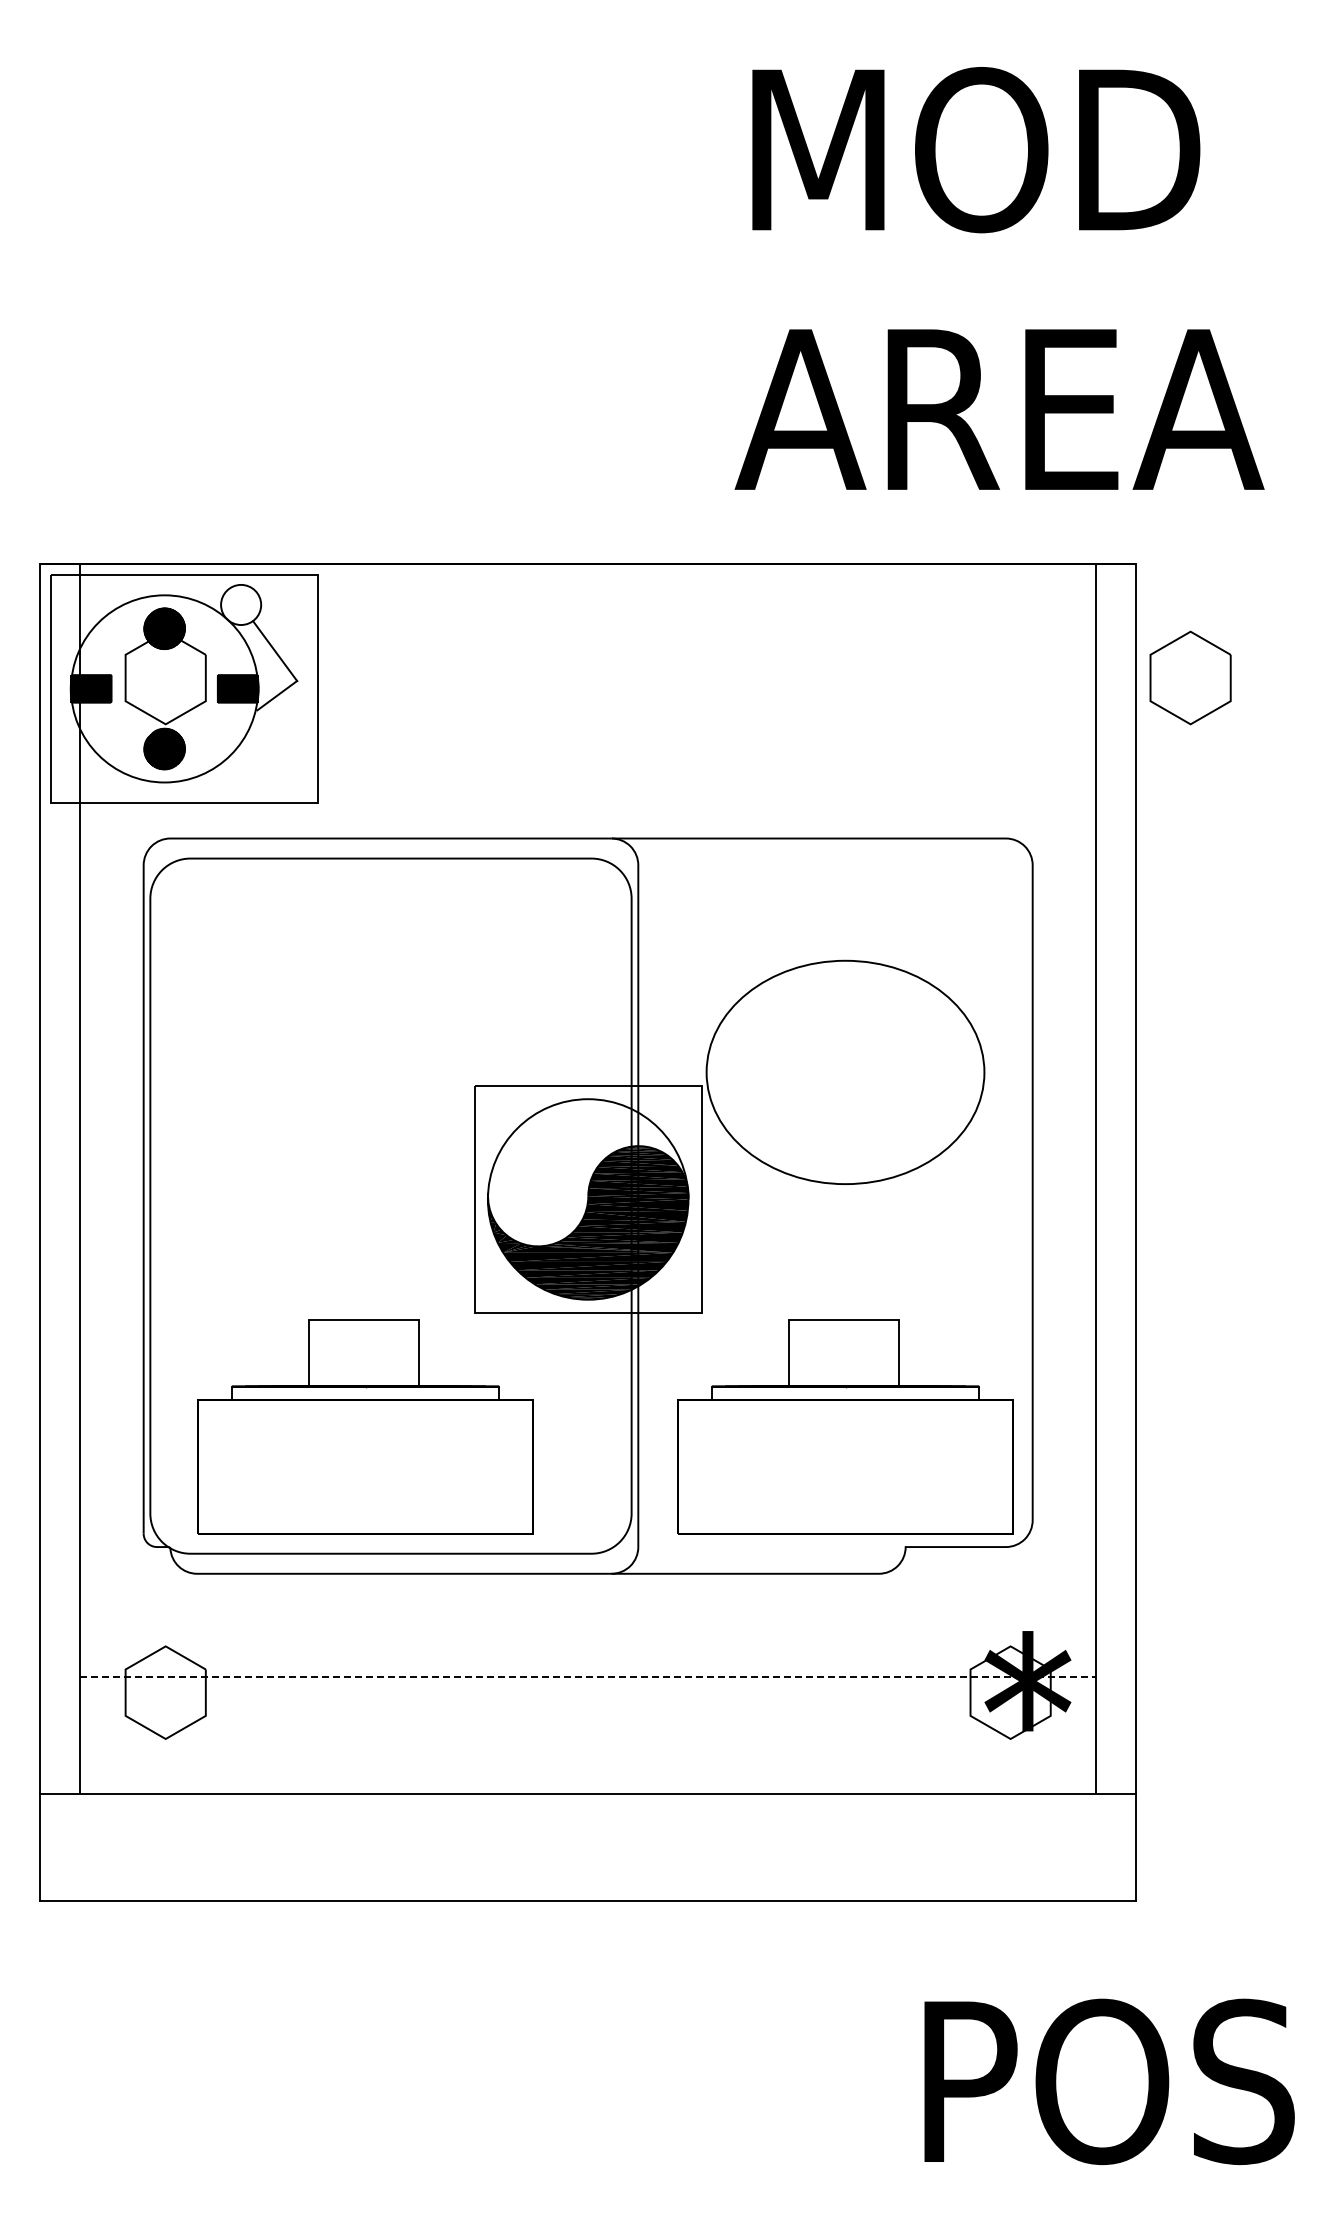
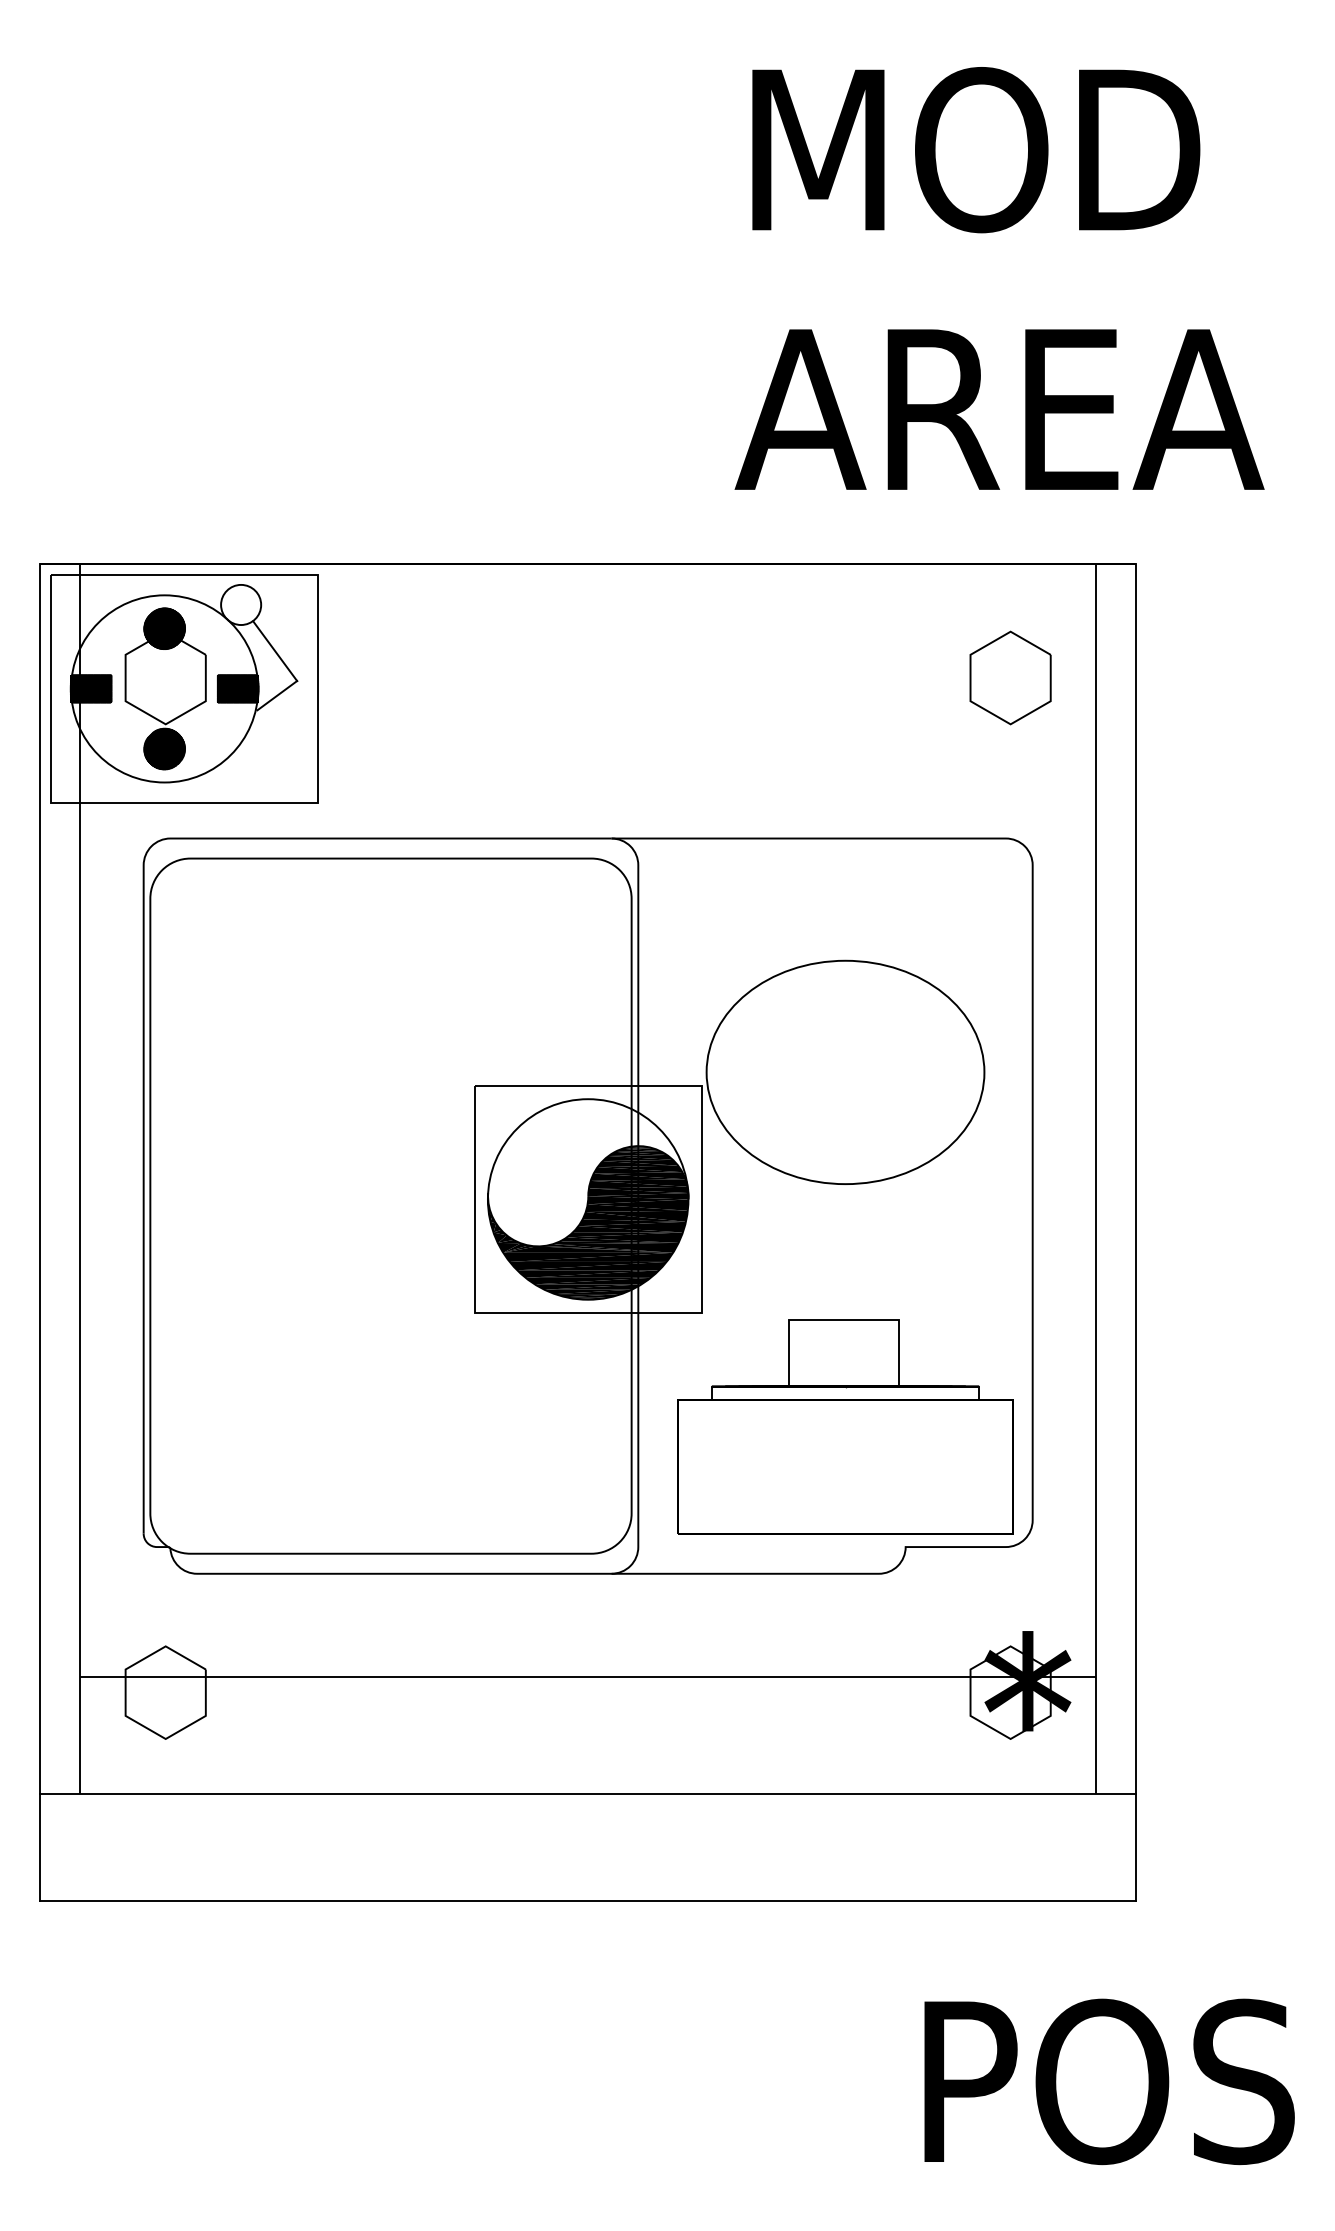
part at (1190, 677) position: (1190, 677) -> (1010, 677)
part at (365, 1426): present -> none
line at (588, 1676): dashed -> solid
